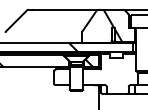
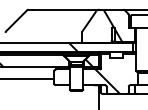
line at (28, 78): none -> present
hatch at (107, 81): none -> present
